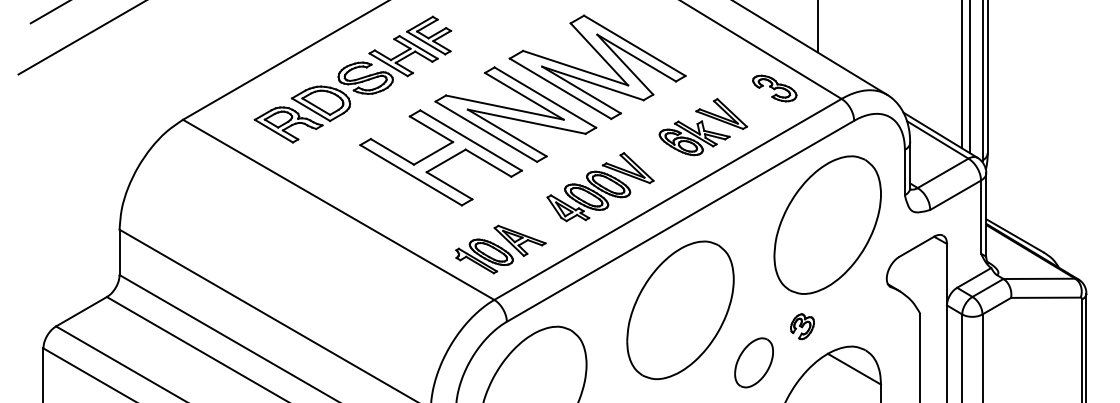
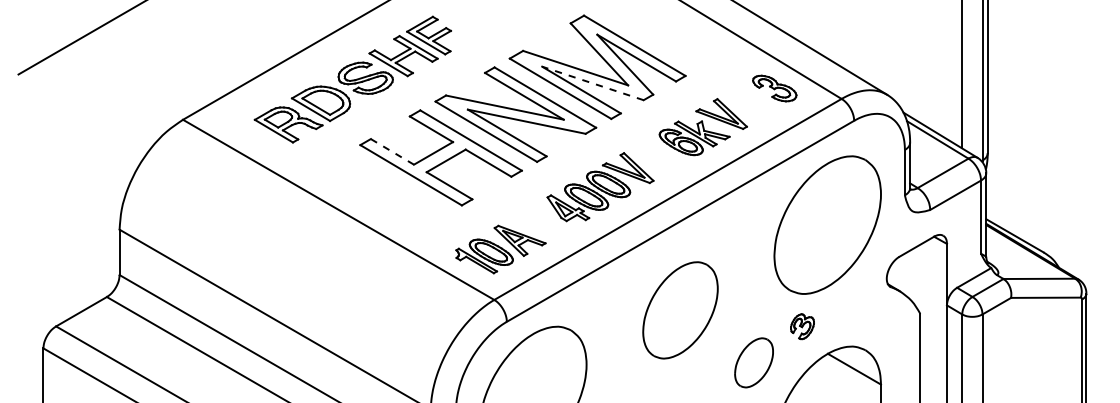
line at (48, 12): present -> none
line at (817, 27): present -> none
line at (969, 77): present -> none
line at (592, 83): solid -> dashed
line at (392, 152): solid -> dashed
part at (680, 310) size: 109x141 px -> 77x99 px
